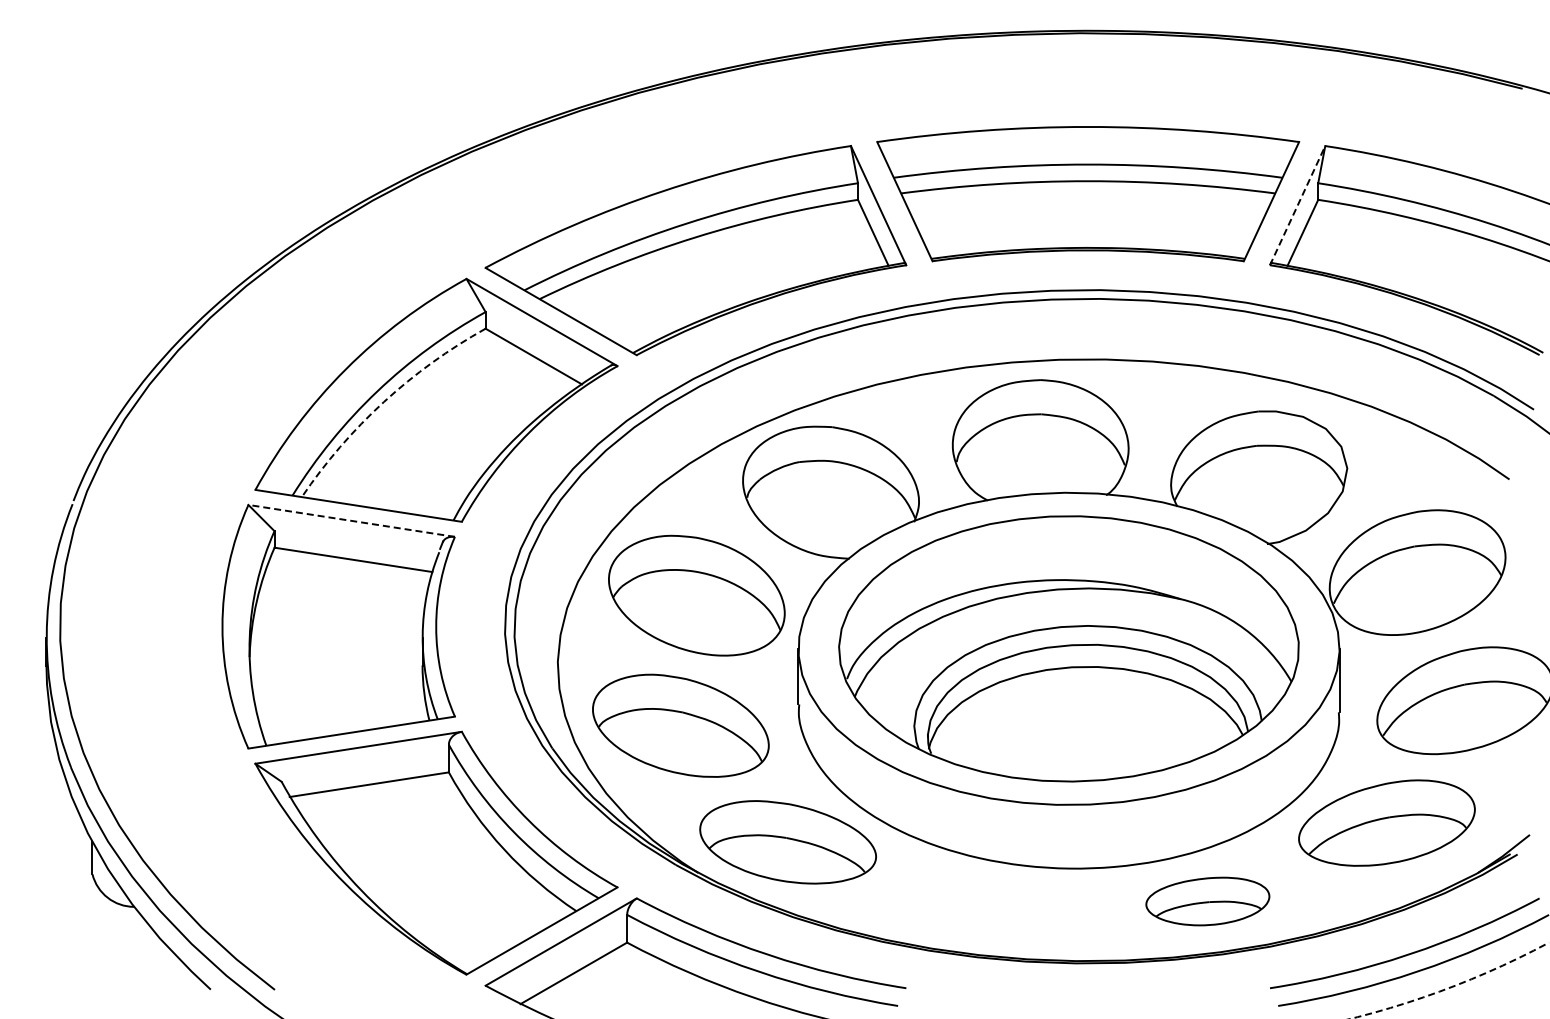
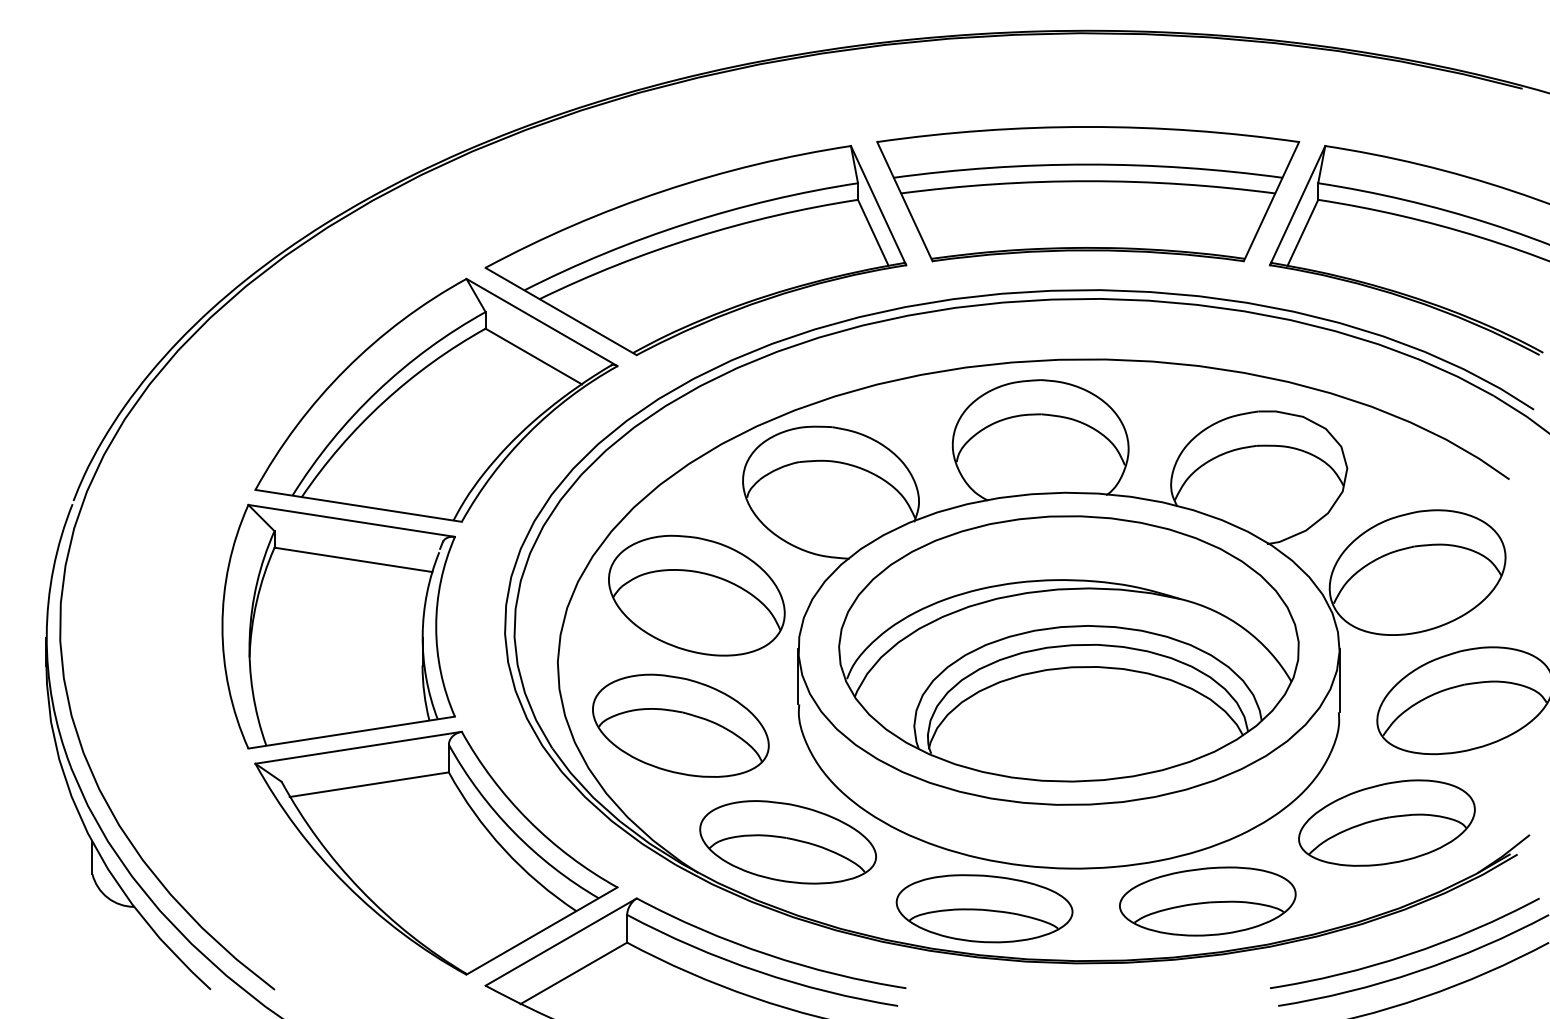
line at (1297, 205): dashed -> solid
arc at (383, 402): dashed -> solid
line at (351, 520): dashed -> solid
part at (1207, 901) size: 126x51 px -> 178x71 px
part at (984, 908): none -> present
arc at (1451, 987): dashed -> solid
